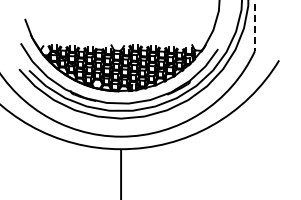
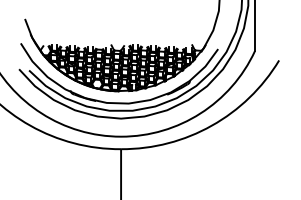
line at (254, 26): dashed -> solid
